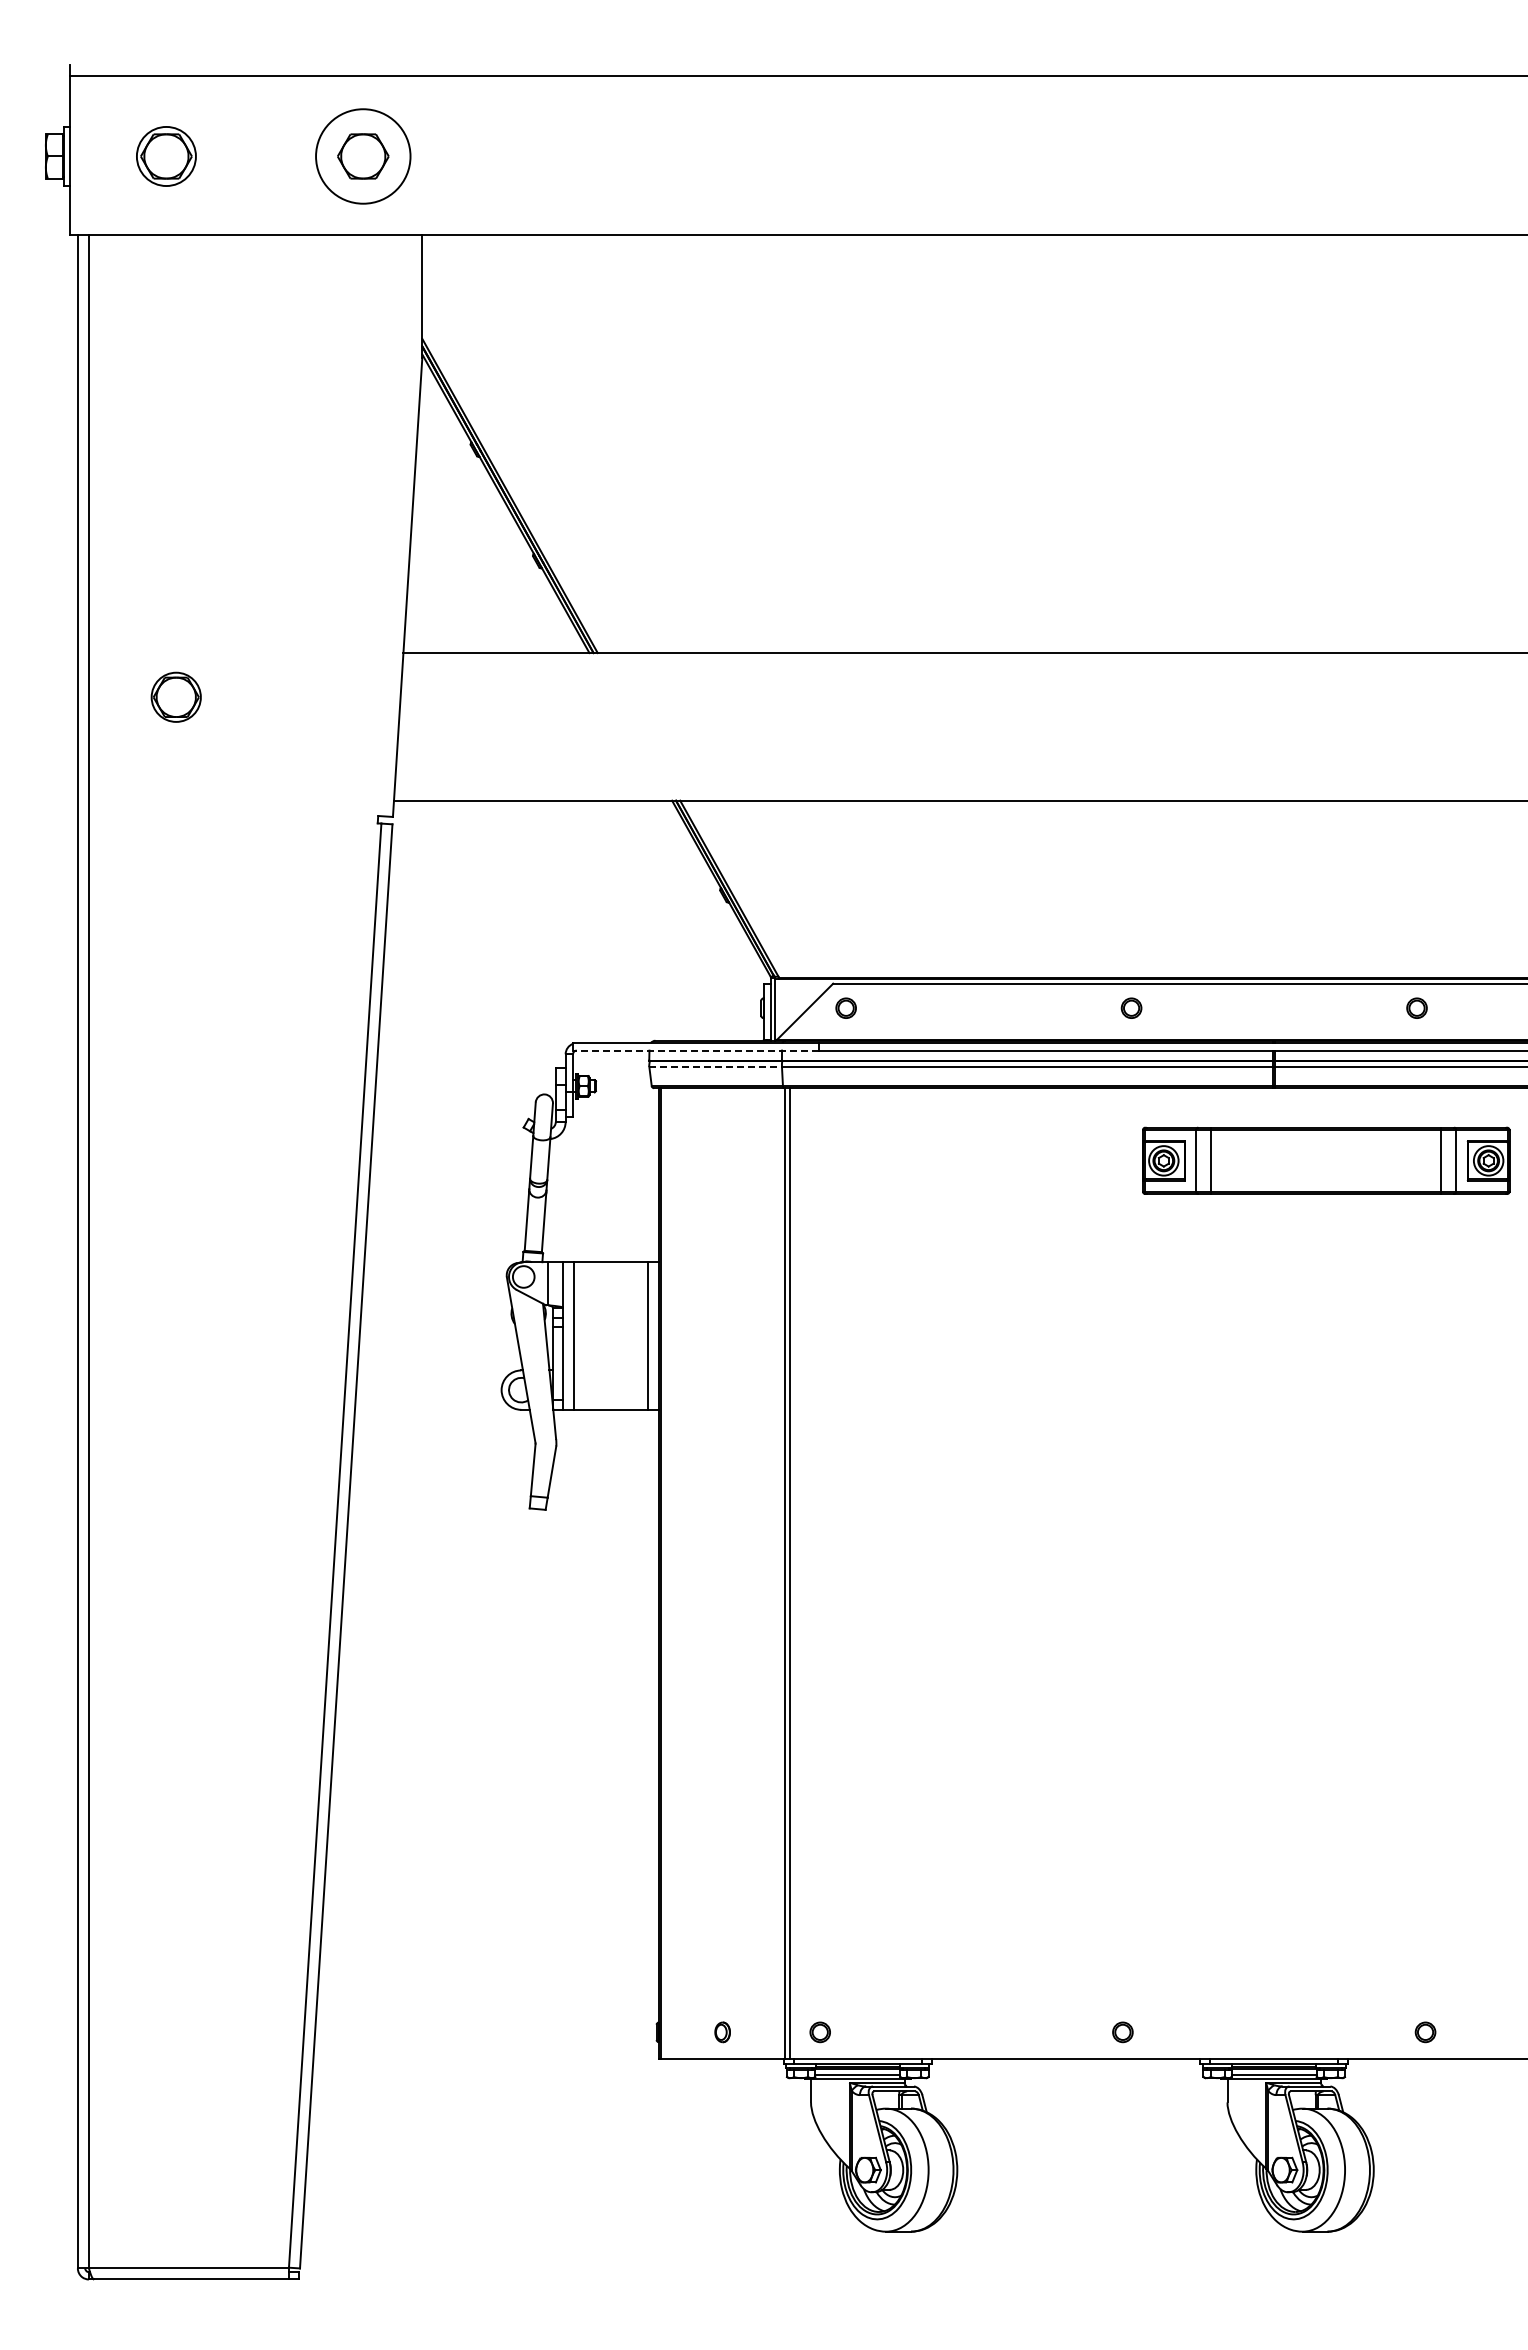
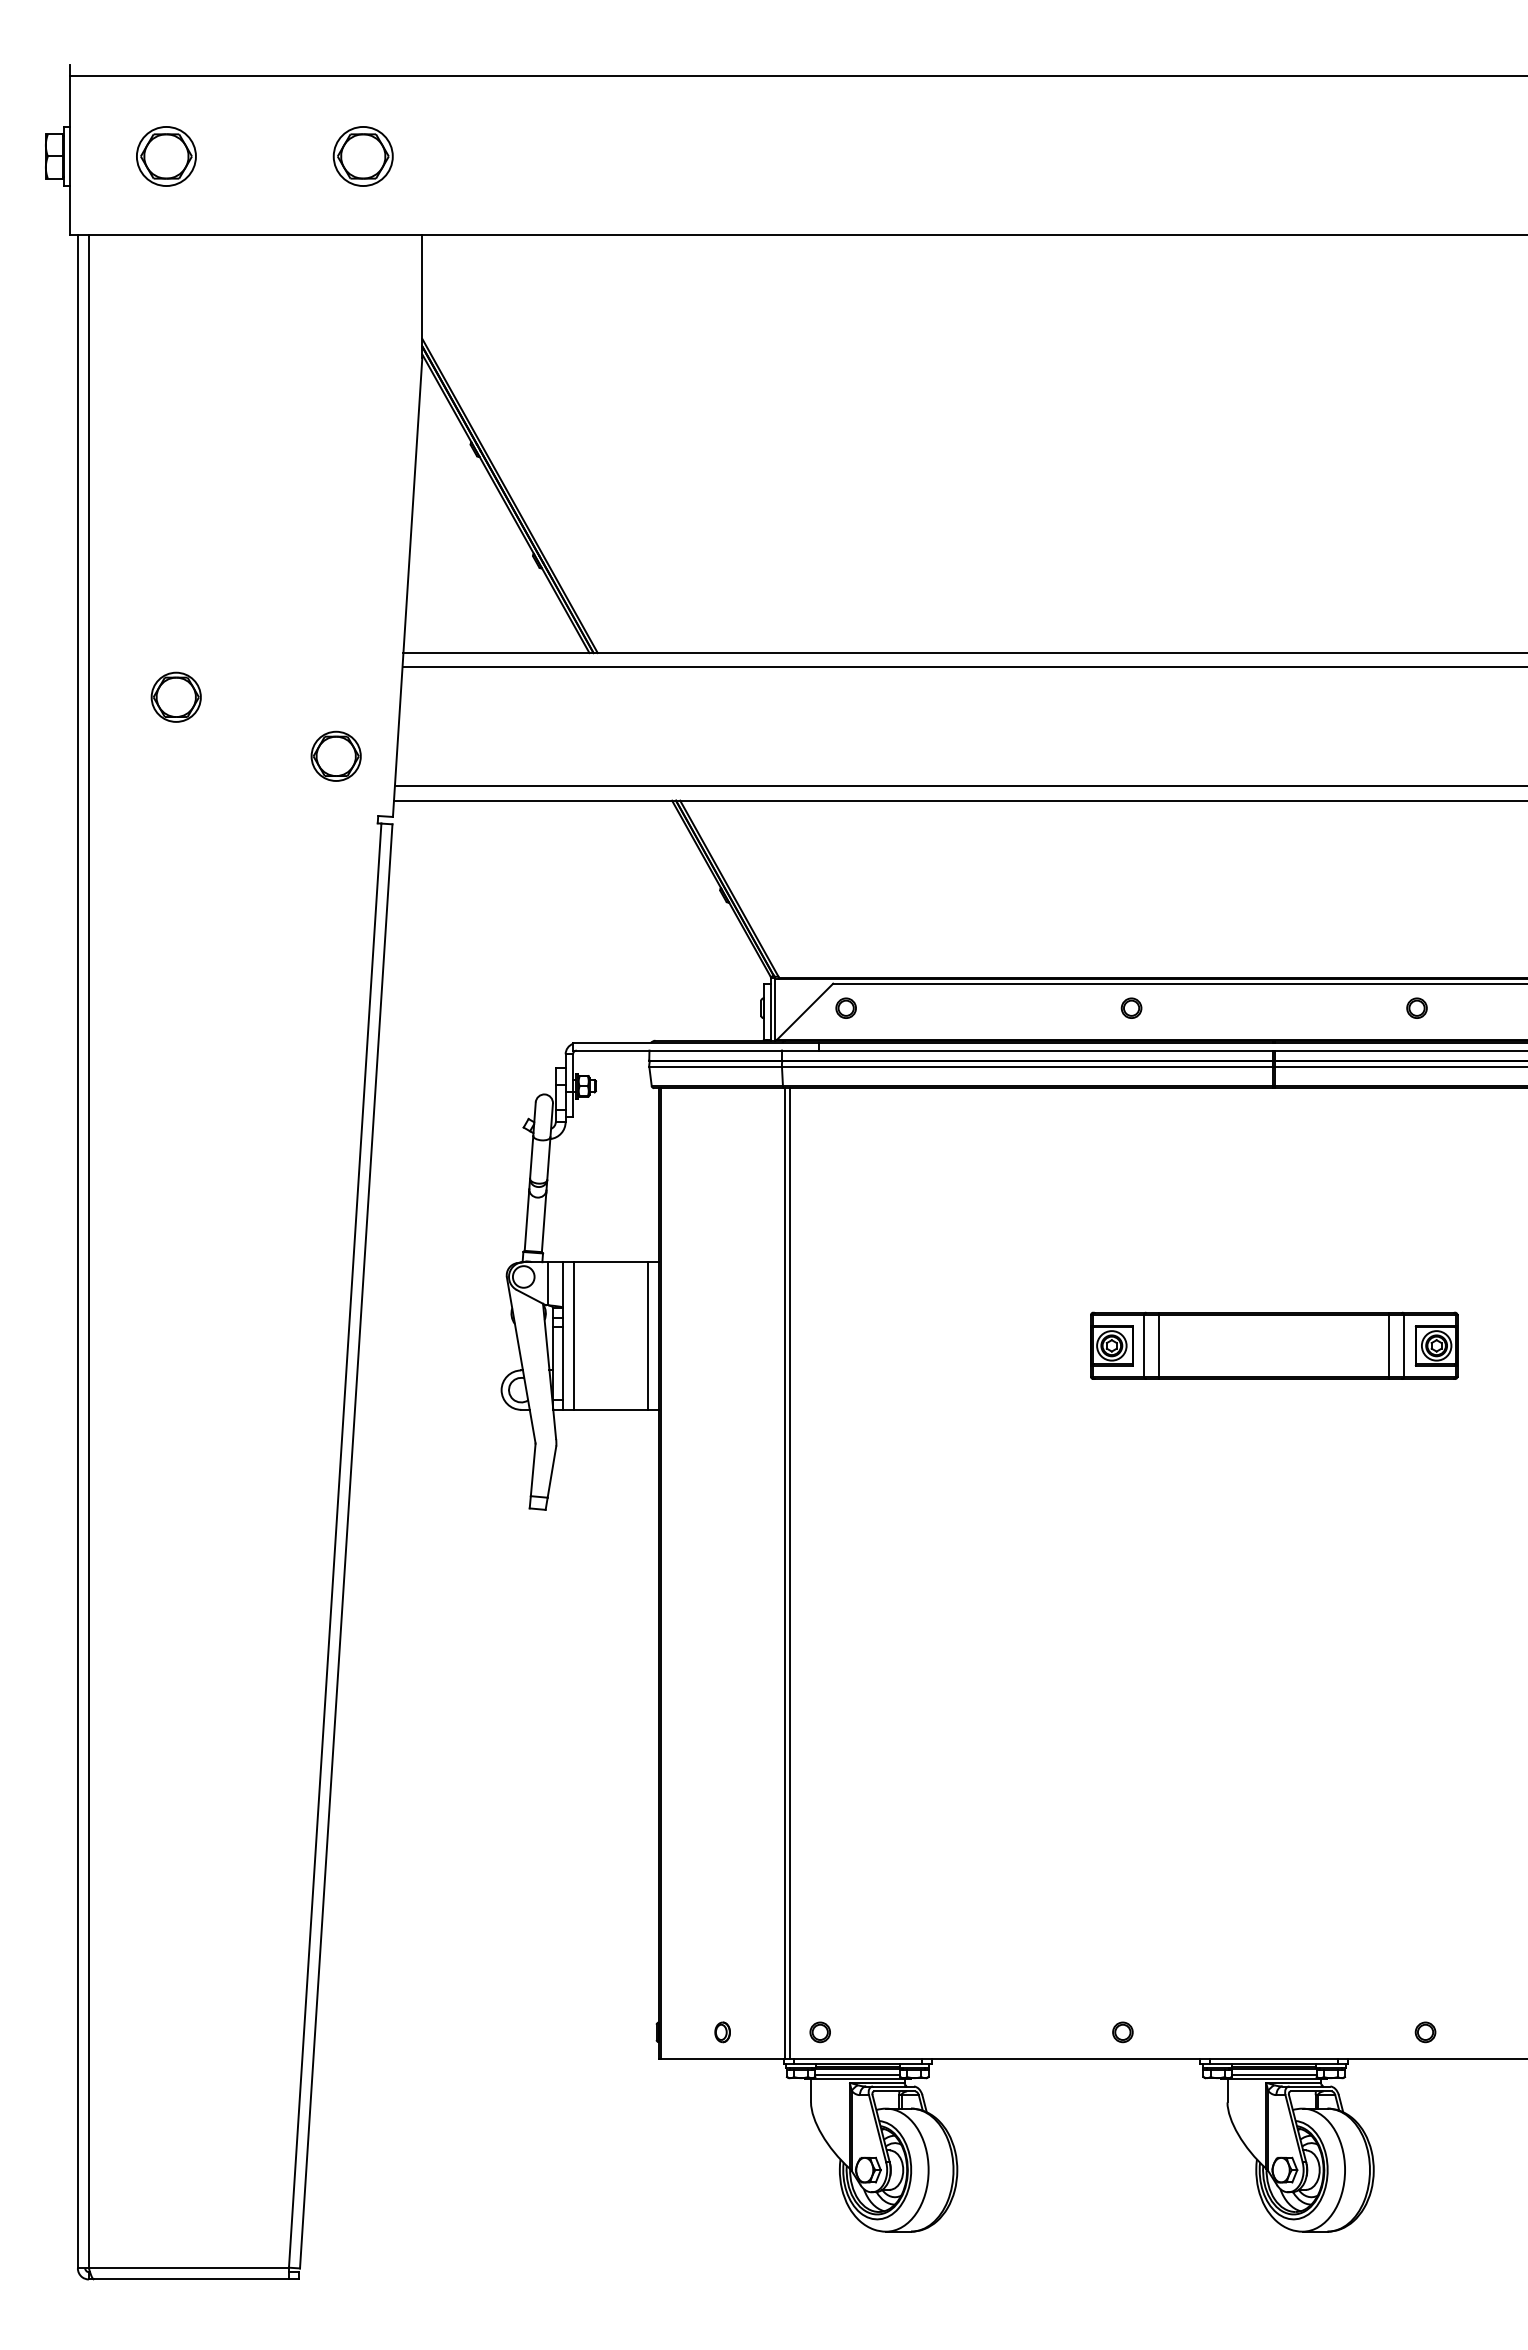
circle at (363, 156) diameter: 94 px -> 59 px
line at (963, 667): none -> present
part at (335, 755): none -> present
line at (959, 786): none -> present
line at (695, 1050): dashed -> solid
line at (716, 1066): dashed -> solid
part at (1326, 1160) position: (1326, 1160) -> (1274, 1345)
